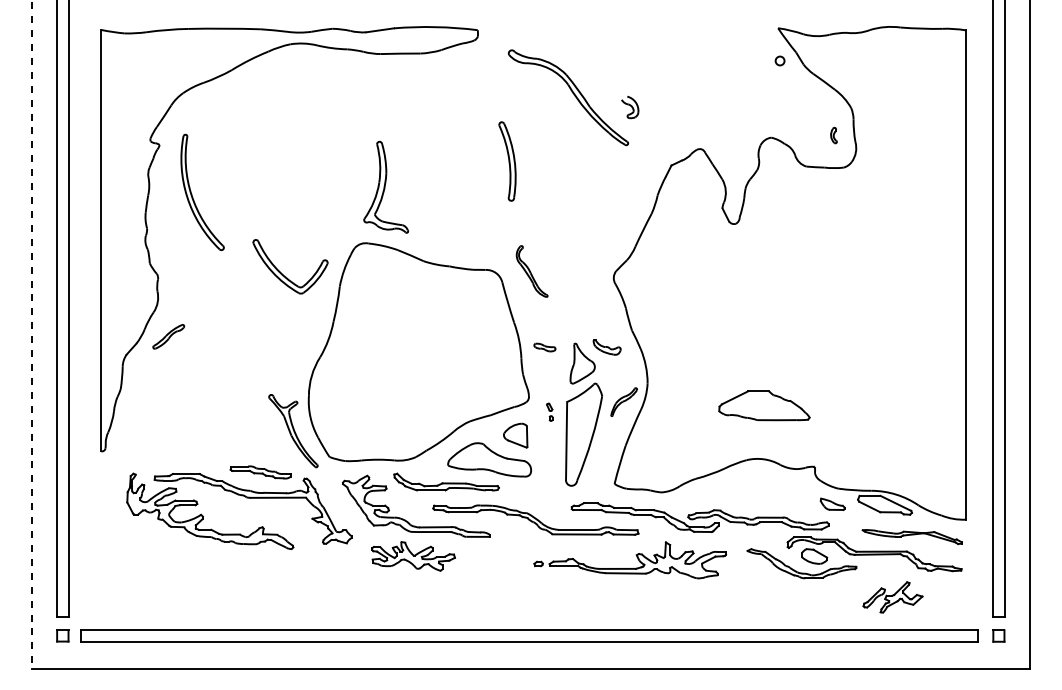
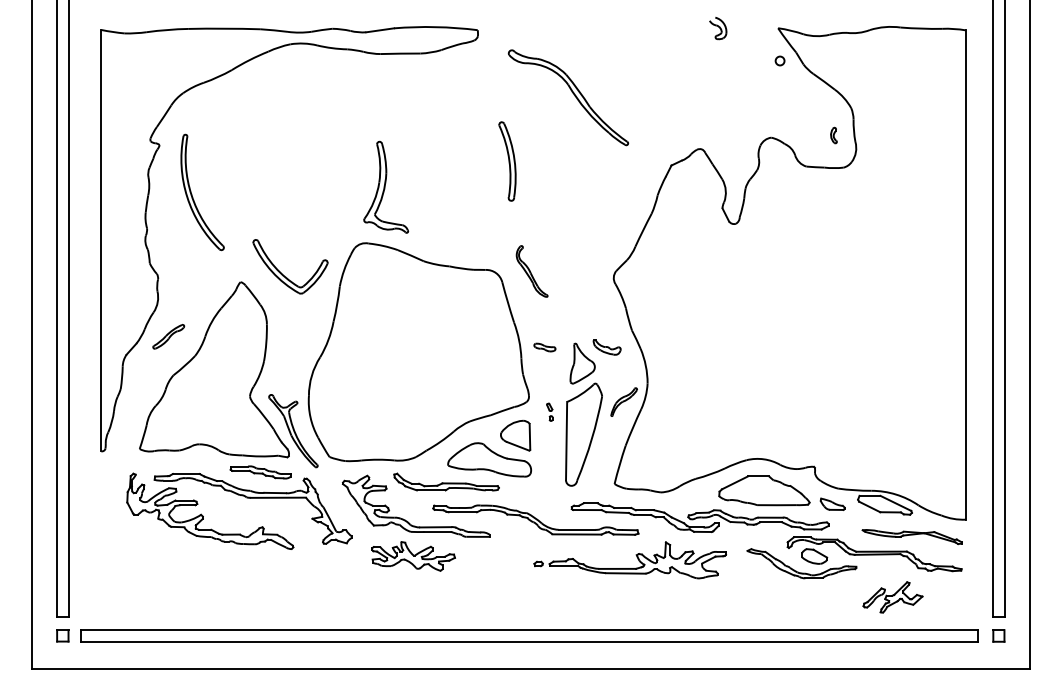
part at (630, 107) position: (630, 107) -> (718, 28)
line at (31, 335): dashed -> solid
part at (214, 369): none -> present
part at (764, 405) position: (764, 405) -> (764, 490)
part at (515, 435) size: 26x27 px -> 32x33 px
